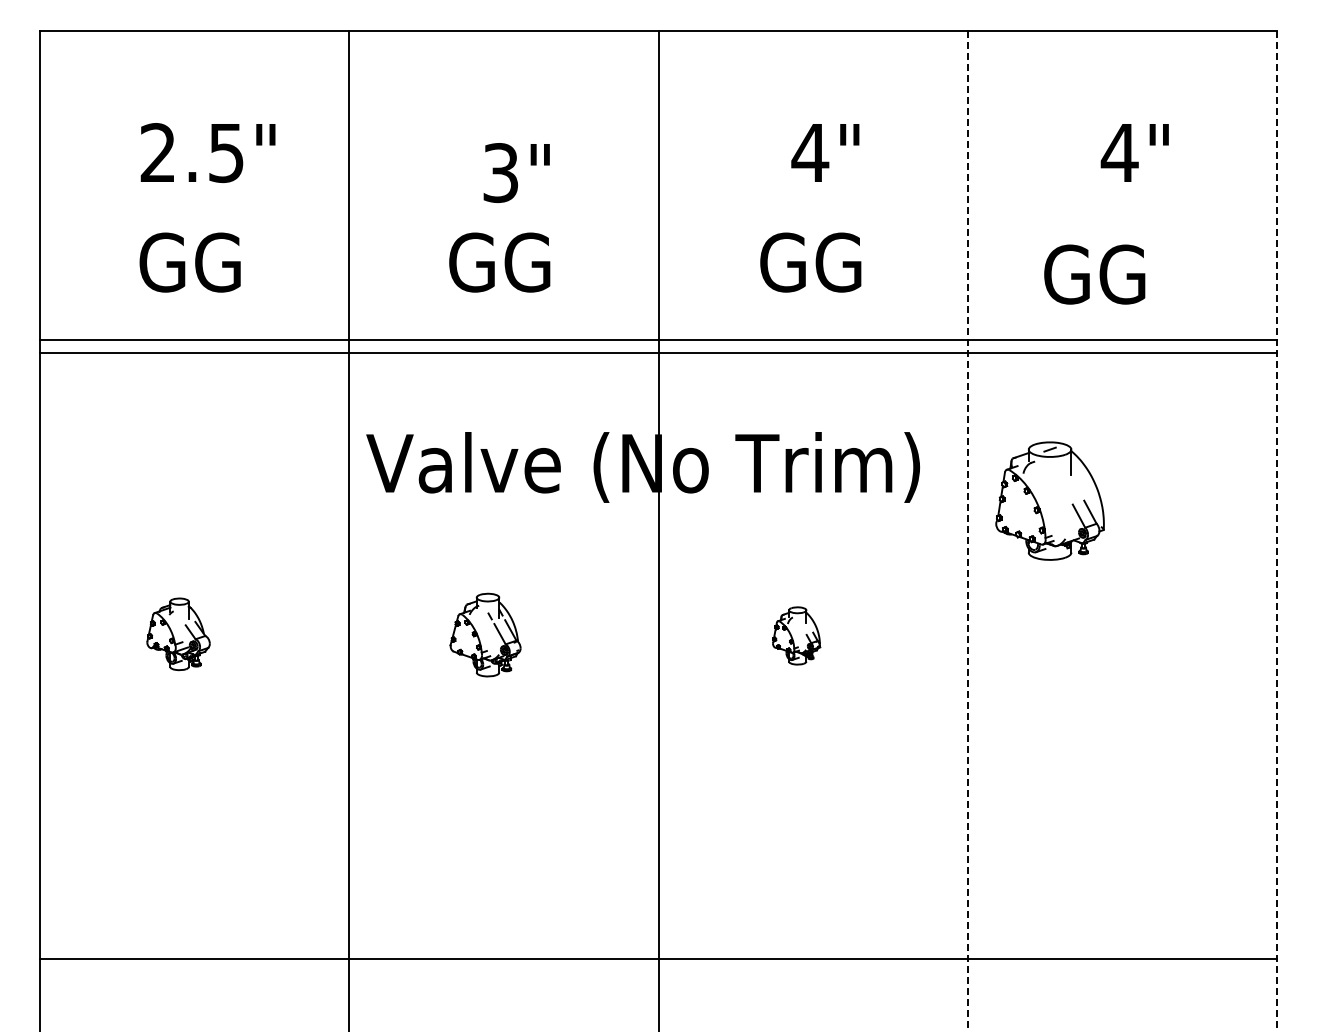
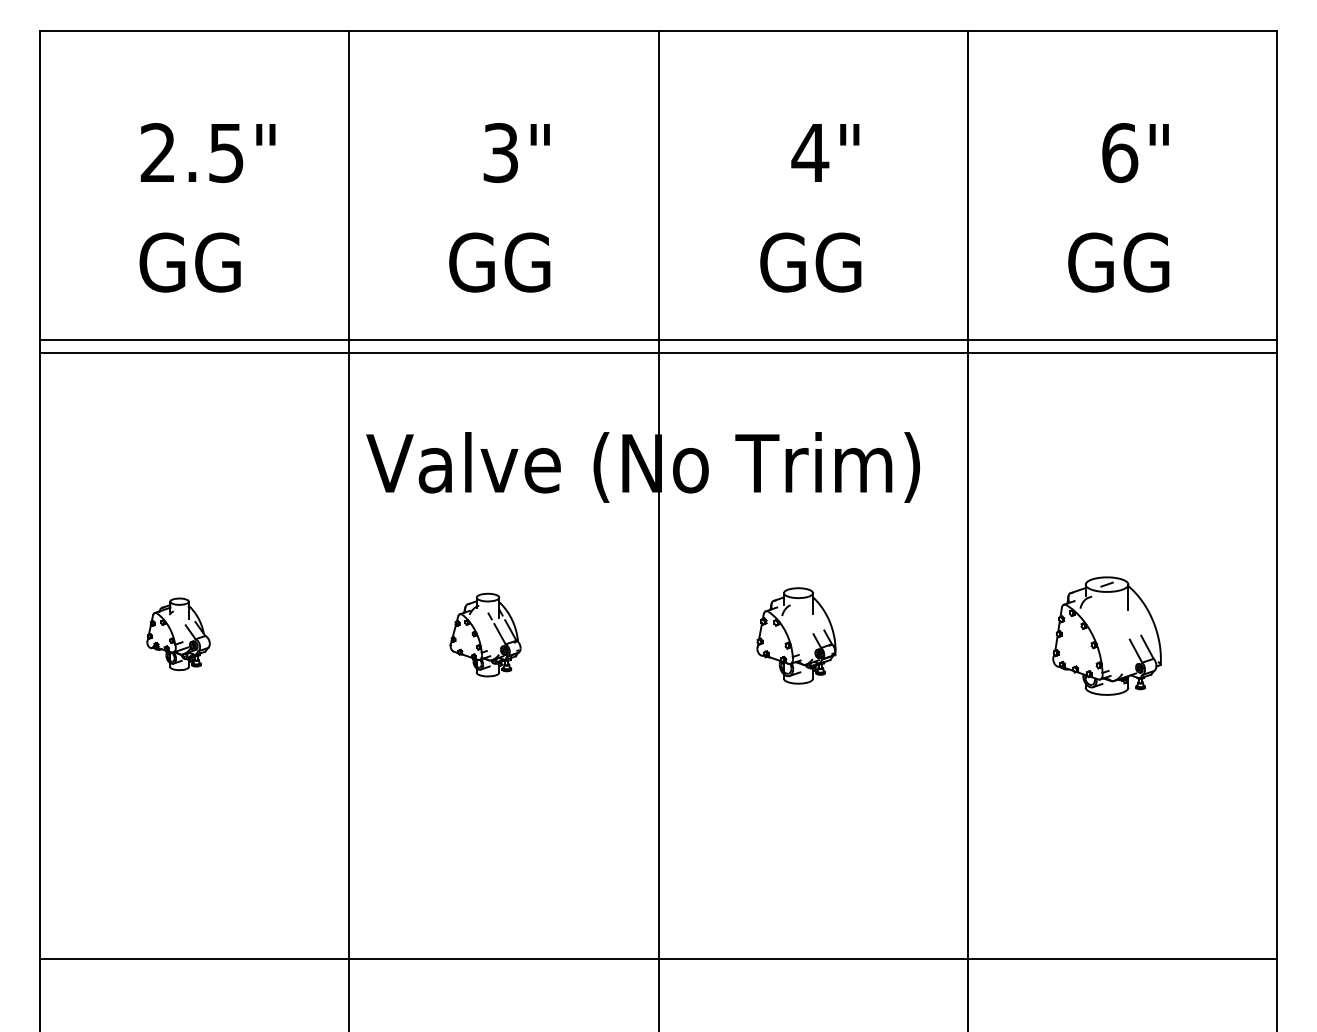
text at (1119, 153): 4" -> 6"
text at (516, 172) position: (516, 172) -> (516, 152)
text at (1094, 274) position: (1094, 274) -> (1118, 262)
part at (1049, 500) position: (1049, 500) -> (1106, 635)
line at (967, 531): dashed -> solid
line at (1277, 531): dashed -> solid
part at (796, 635) size: 50x60 px -> 81x98 px
